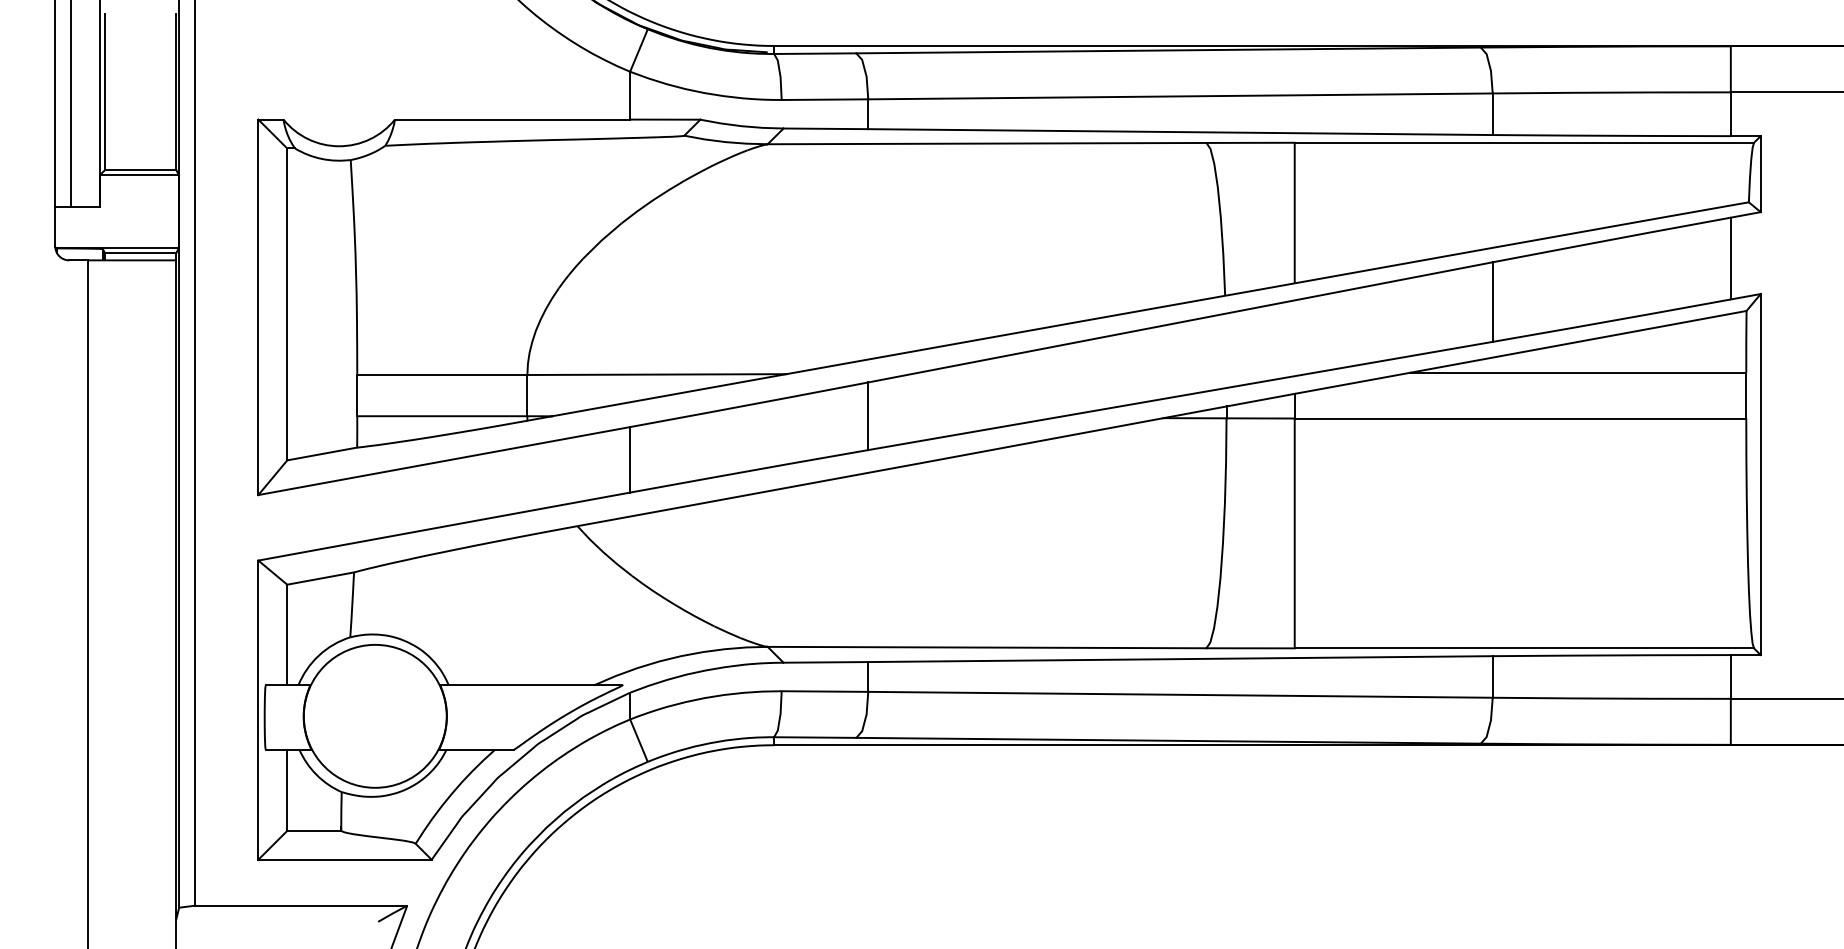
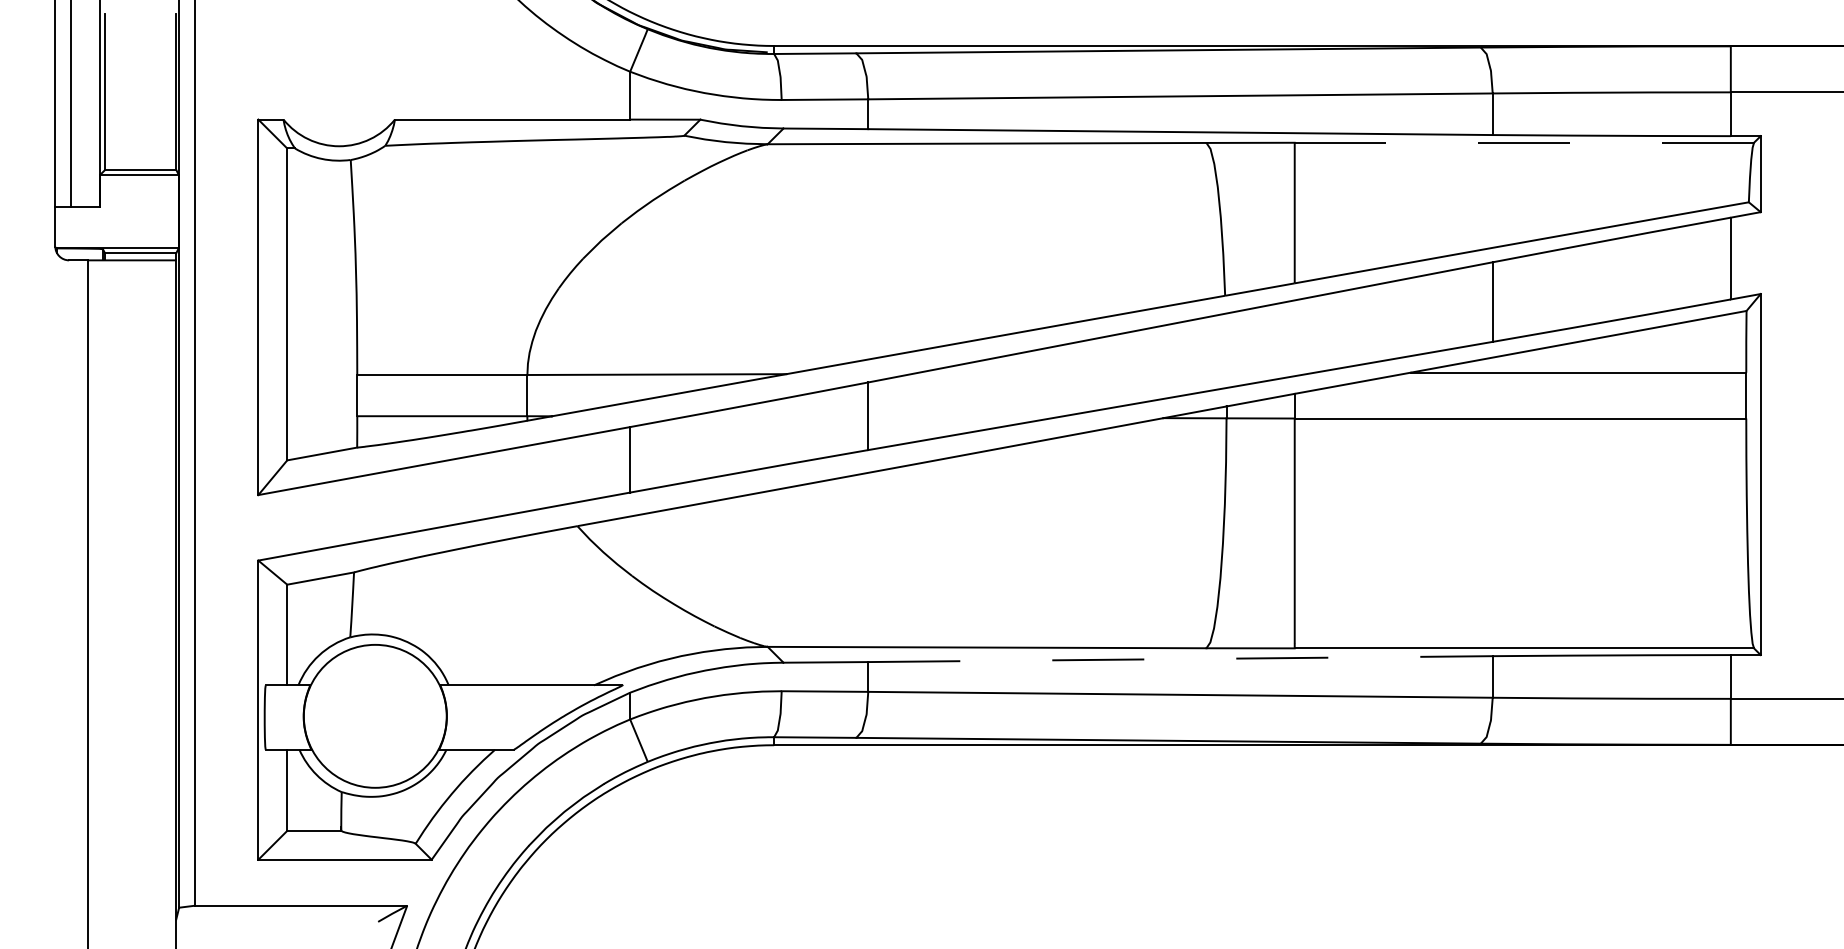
line at (1524, 142): solid -> dashed
line at (1180, 659): solid -> dashed
